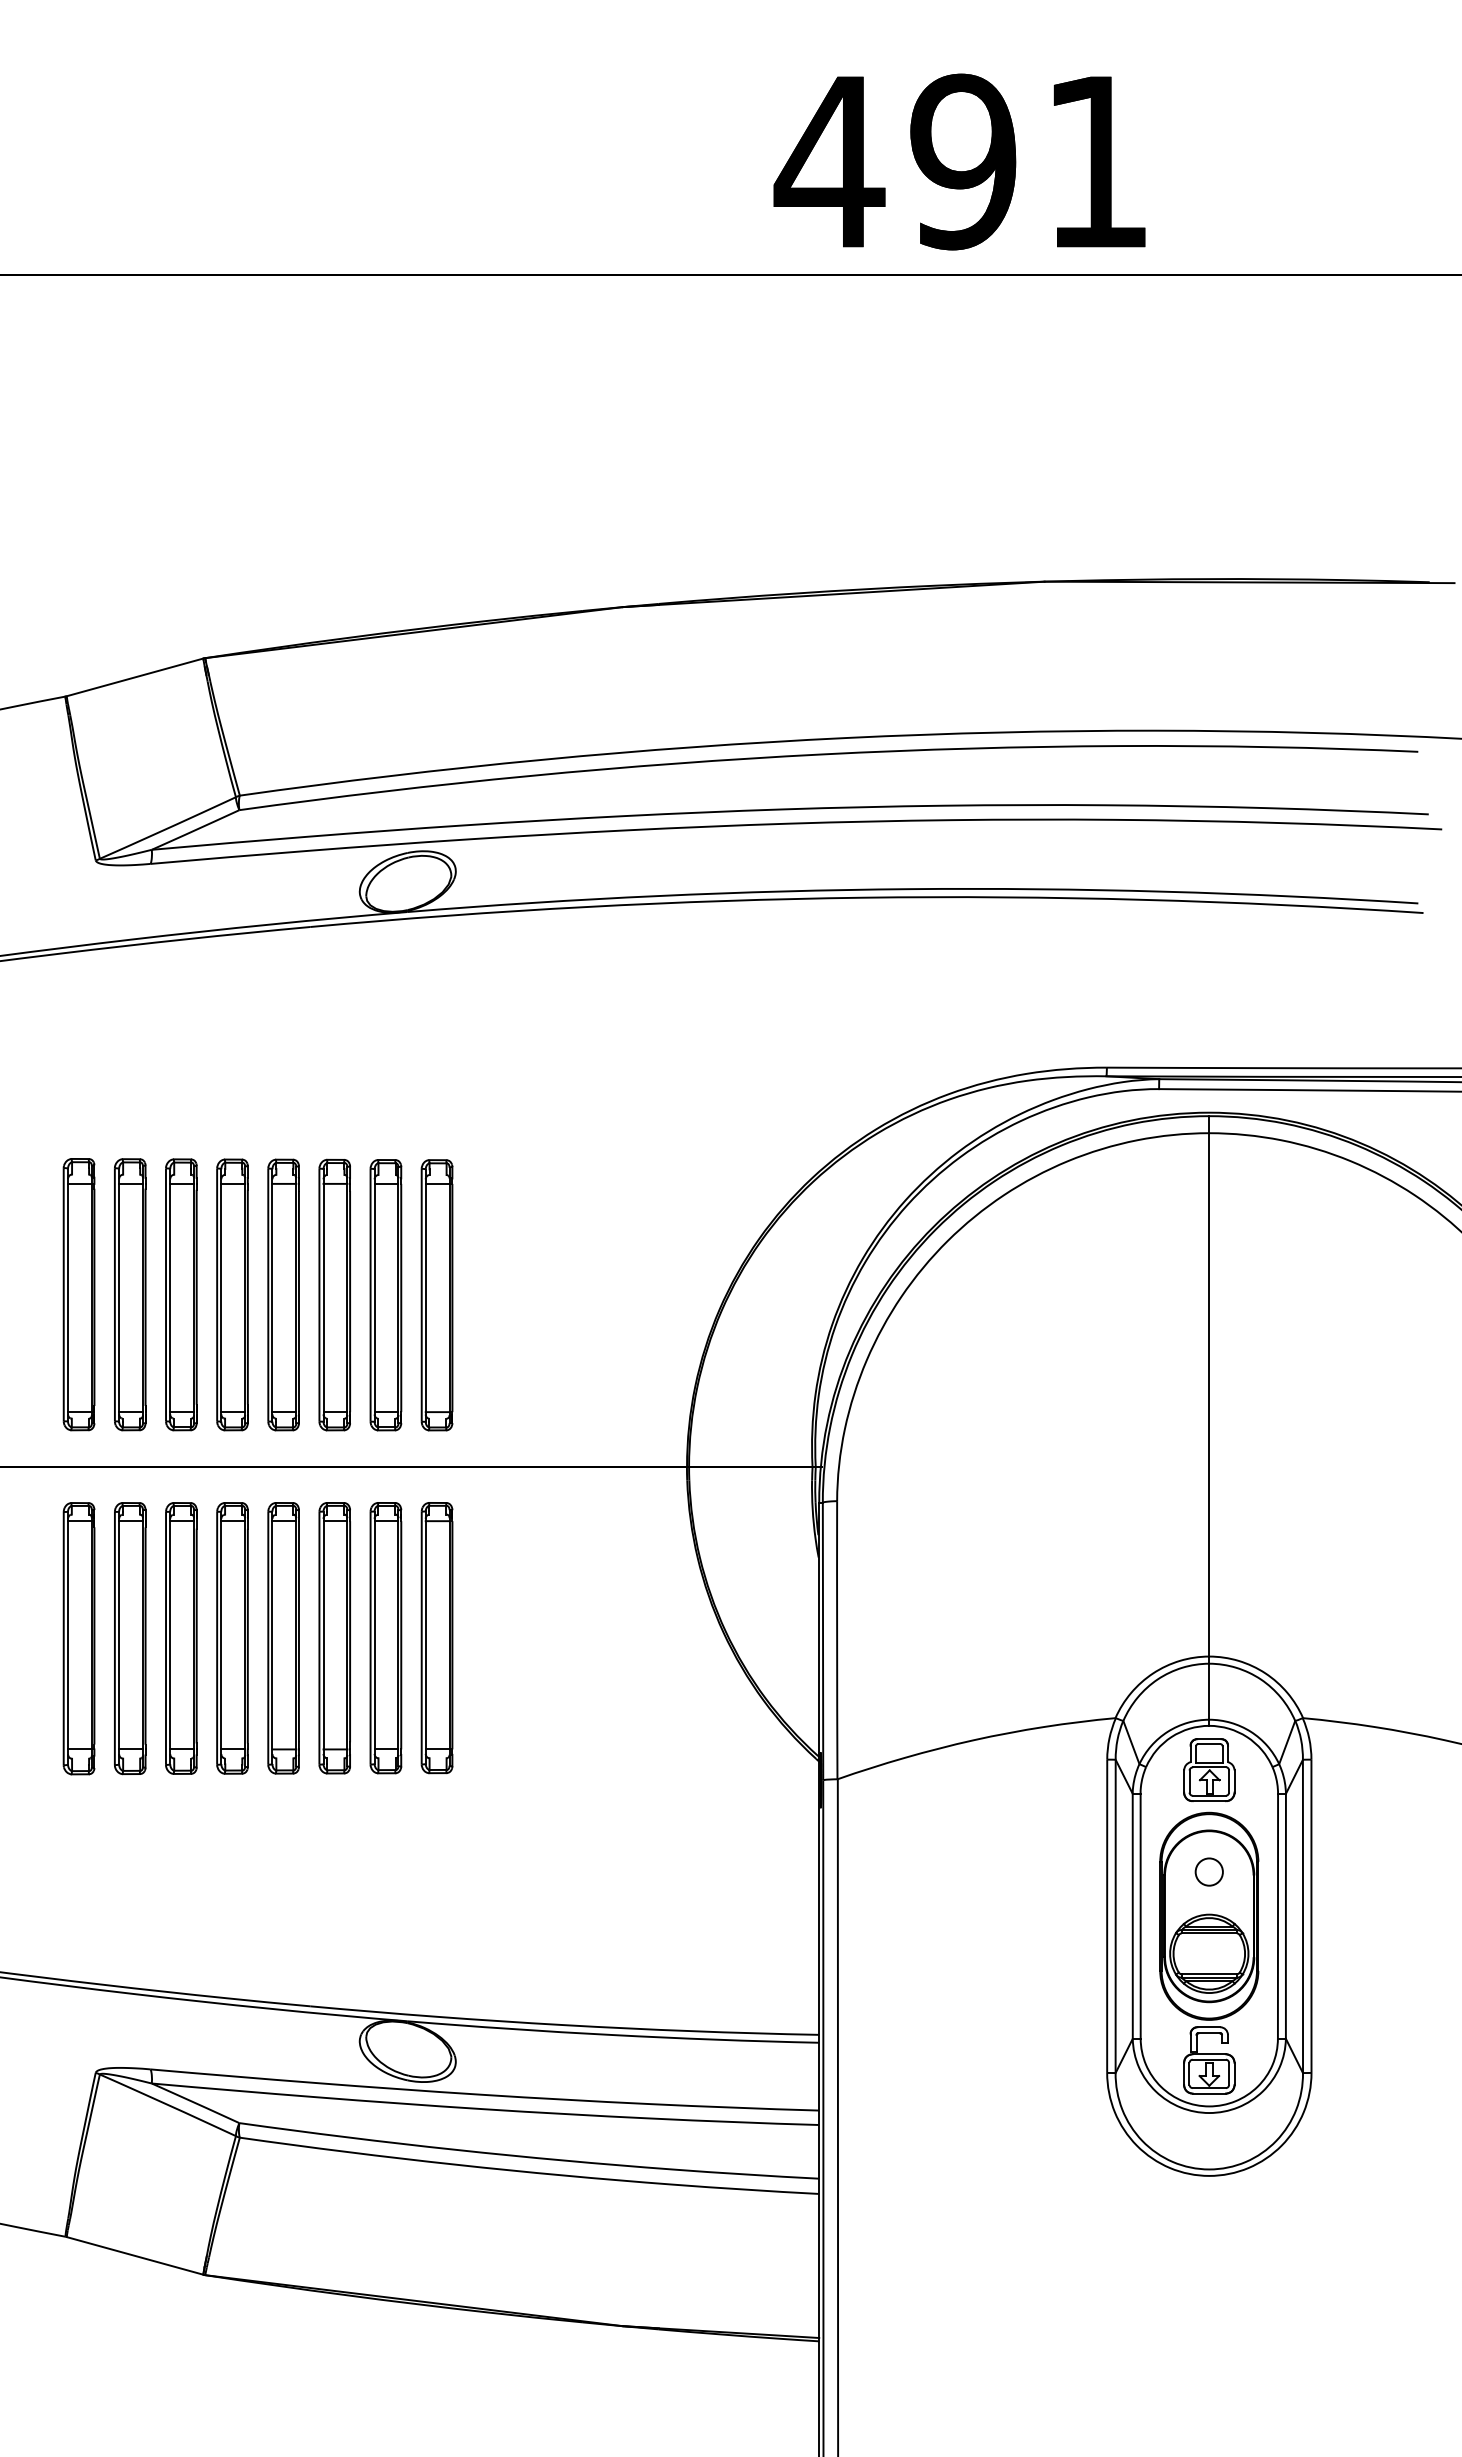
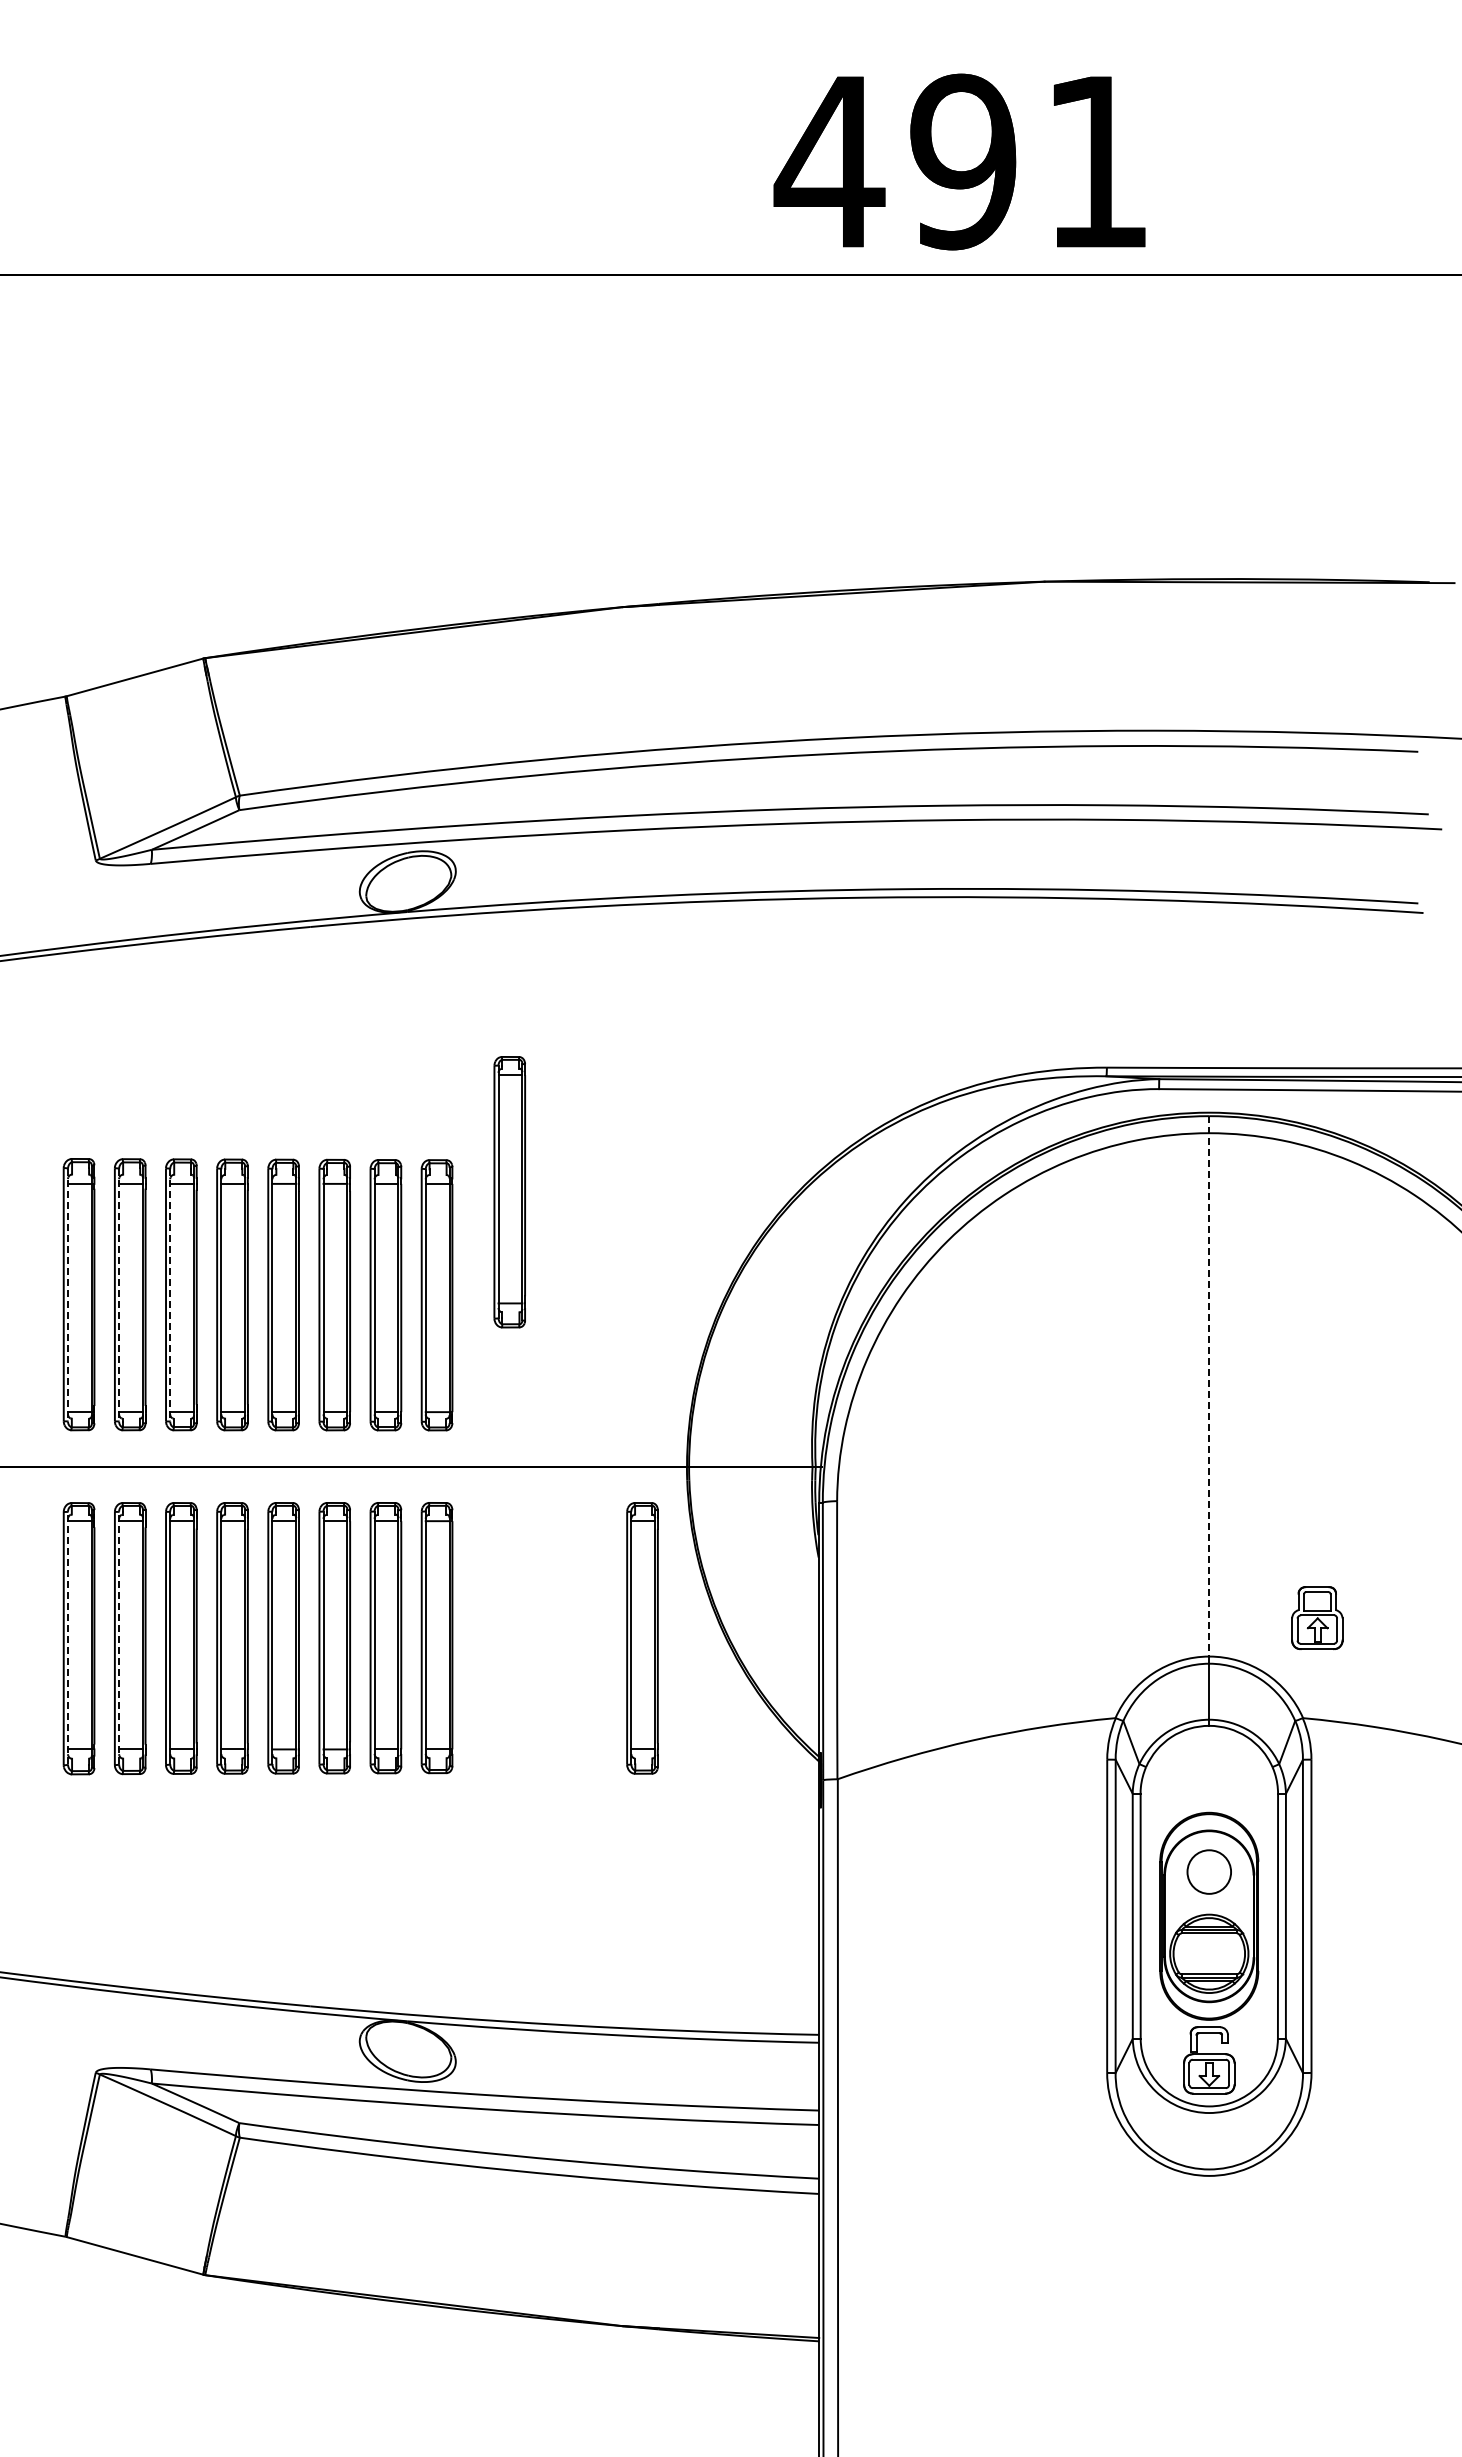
part at (509, 1192): none -> present
line at (68, 1295): solid -> dashed
line at (119, 1295): solid -> dashed
line at (170, 1295): solid -> dashed
line at (1209, 1386): solid -> dashed
line at (68, 1637): solid -> dashed
line at (119, 1637): solid -> dashed
part at (642, 1638): none -> present
part at (1209, 1770) position: (1209, 1770) -> (1317, 1618)
circle at (1208, 1871) diameter: 27 px -> 44 px
